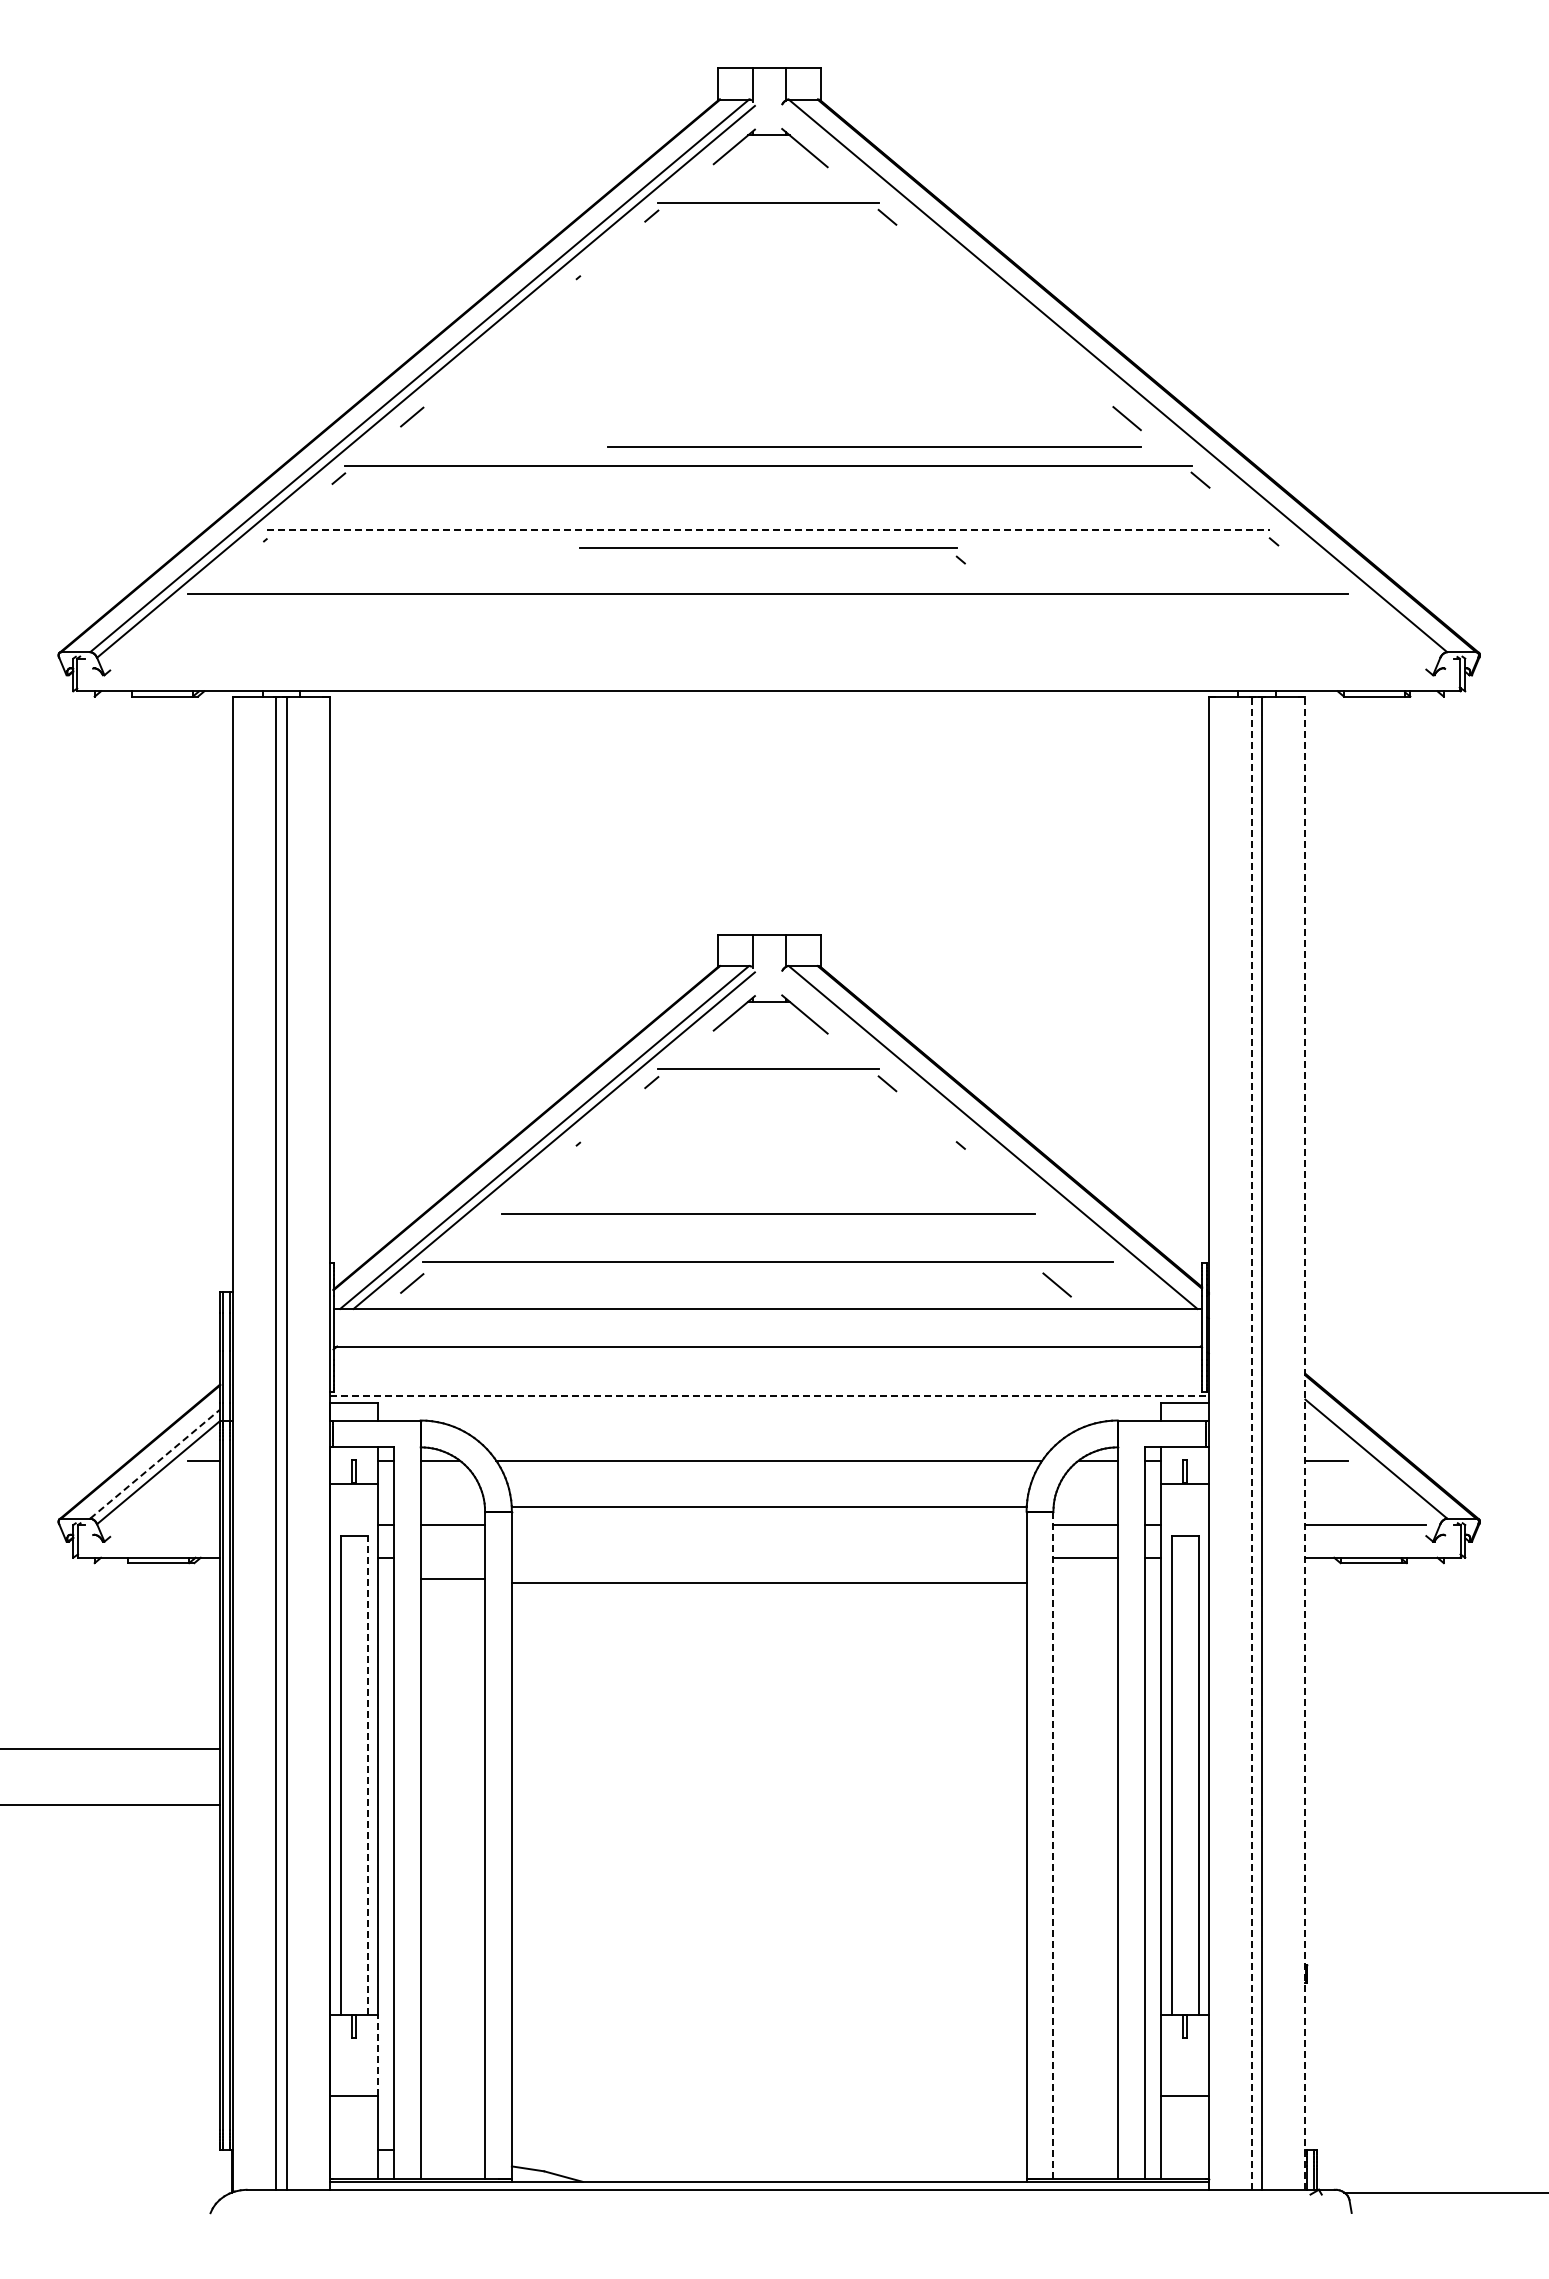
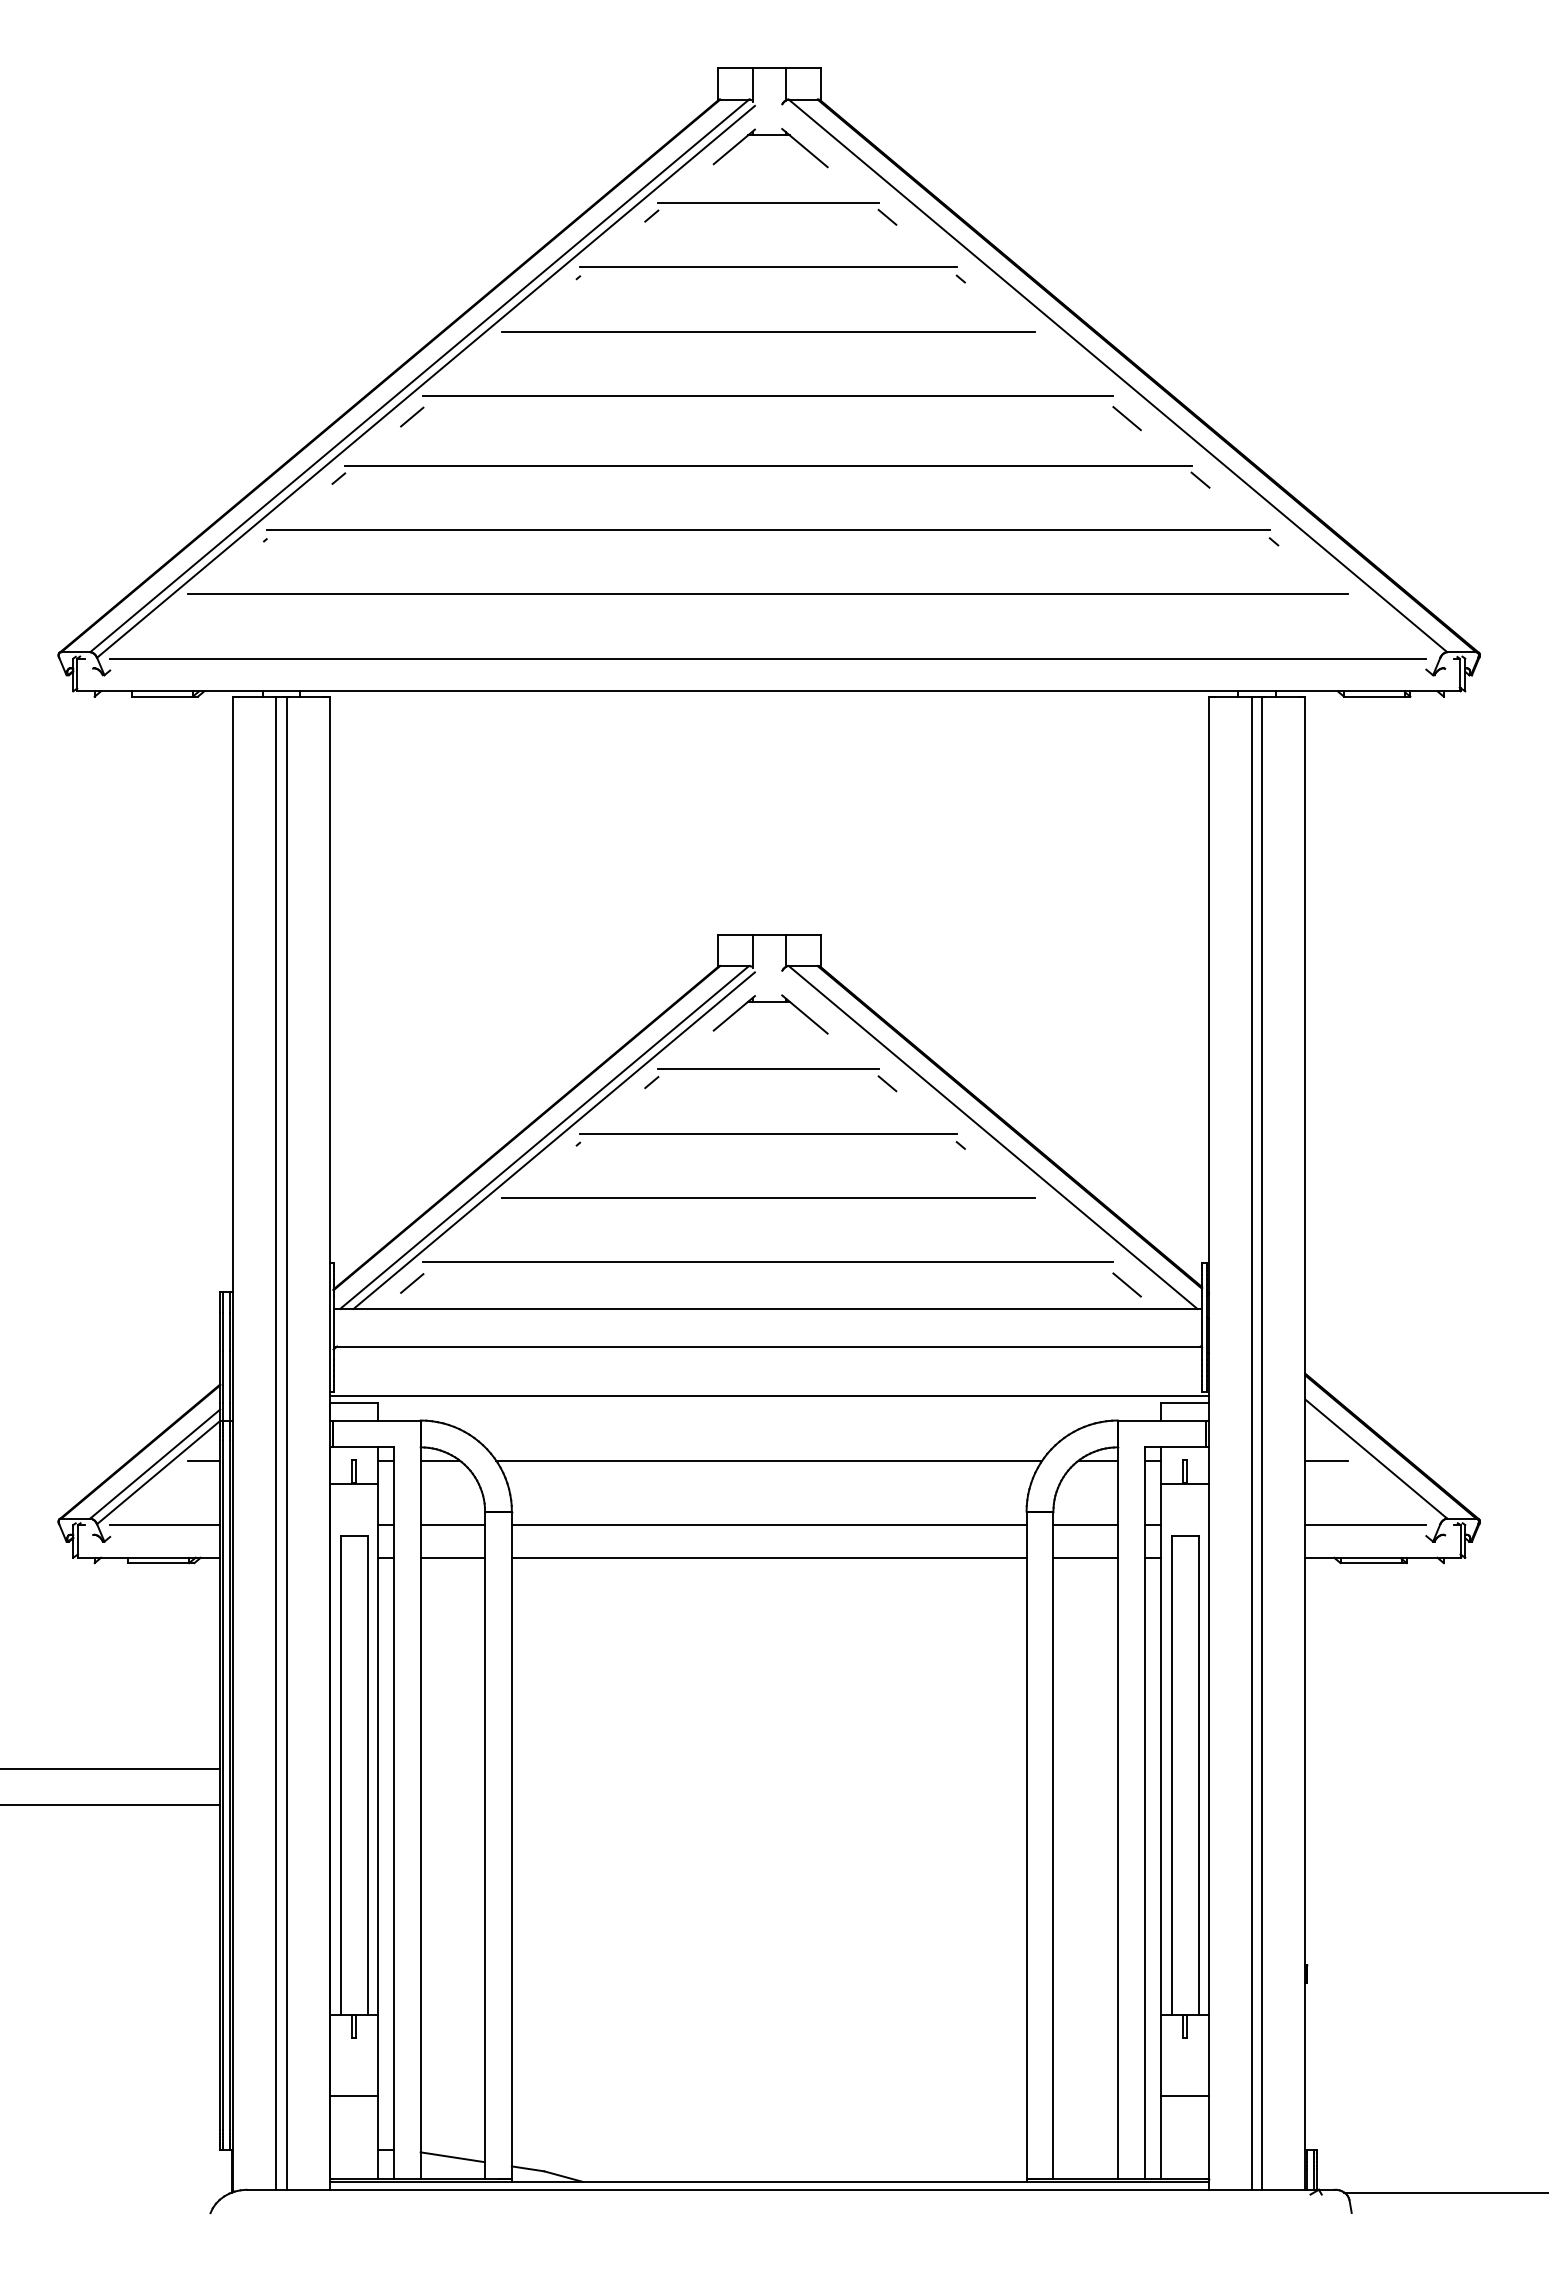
line at (768, 395): none -> present
line at (874, 446) position: (874, 446) -> (768, 331)
line at (768, 529): dashed -> solid
part at (772, 548) position: (772, 548) -> (772, 267)
line at (768, 658): none -> present
line at (768, 1133): none -> present
line at (768, 1213) position: (768, 1213) -> (768, 1197)
line at (1056, 1284) position: (1056, 1284) -> (1126, 1284)
line at (769, 1396): dashed -> solid
line at (1251, 1443): dashed -> solid
line at (1305, 1443): dashed -> solid
line at (155, 1464): dashed -> solid
line at (768, 1507) position: (768, 1507) -> (768, 1525)
line at (165, 1525): none -> present
line at (452, 1578) position: (452, 1578) -> (452, 1557)
line at (768, 1582) position: (768, 1582) -> (768, 1557)
line at (111, 1749) position: (111, 1749) -> (111, 1769)
line at (367, 1775): dashed -> solid
line at (1053, 1845): dashed -> solid
line at (377, 2054): dashed -> solid
line at (452, 2157): none -> present
